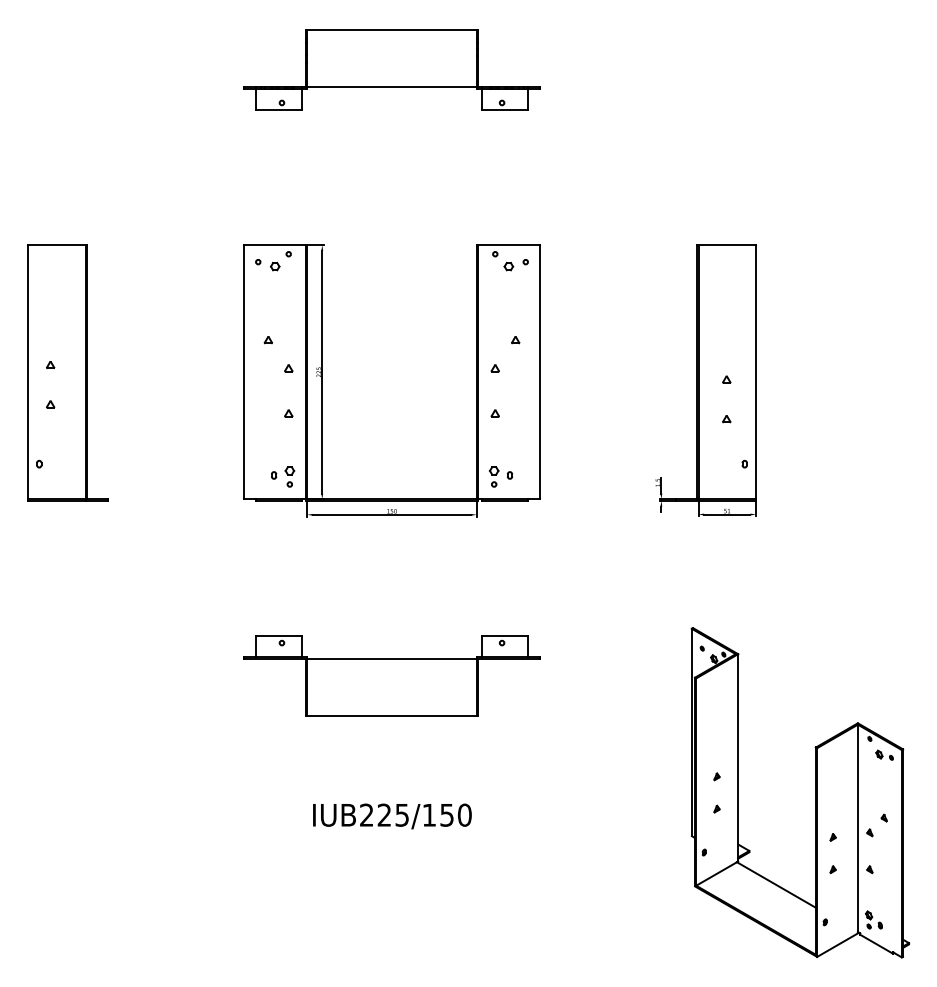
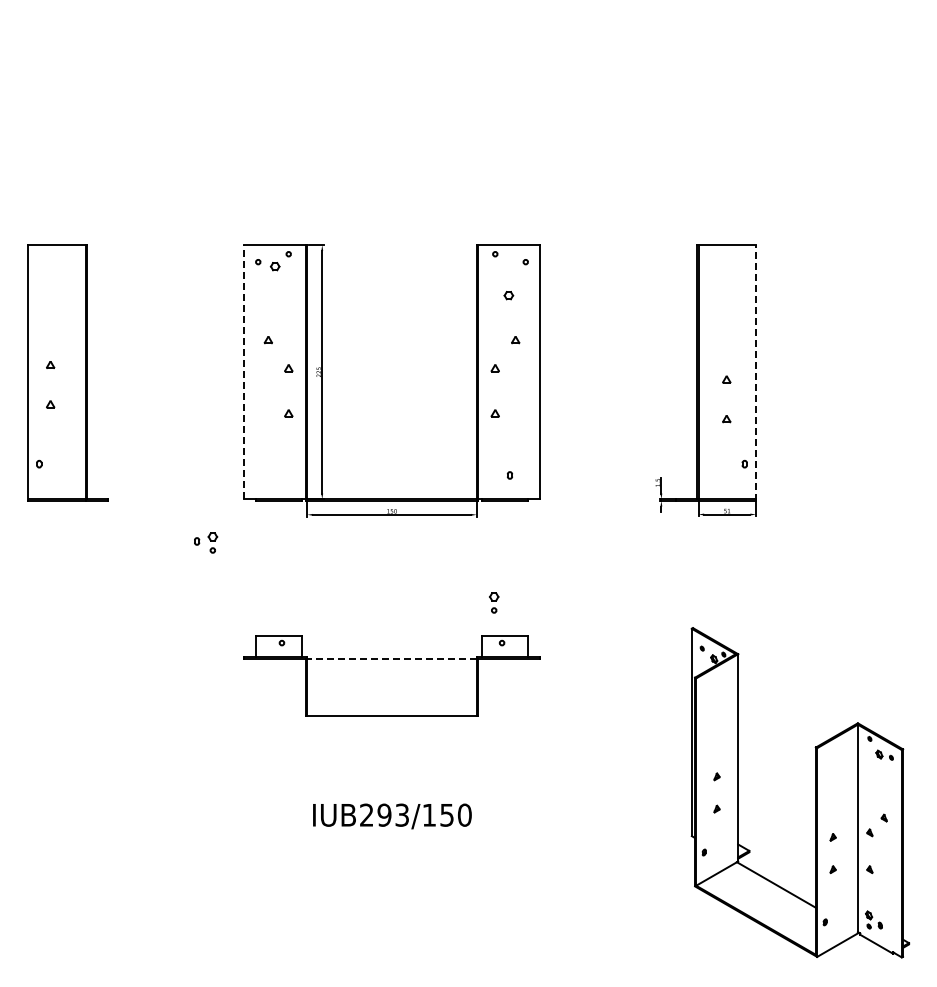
part at (391, 69): present -> none
part at (508, 266) position: (508, 266) -> (508, 295)
line at (243, 372): solid -> dashed
line at (756, 373): solid -> dashed
part at (283, 476) position: (283, 476) -> (206, 542)
part at (494, 476) position: (494, 476) -> (494, 602)
line at (392, 658): solid -> dashed
text at (392, 814): IUB225/150 -> IUB293/150
